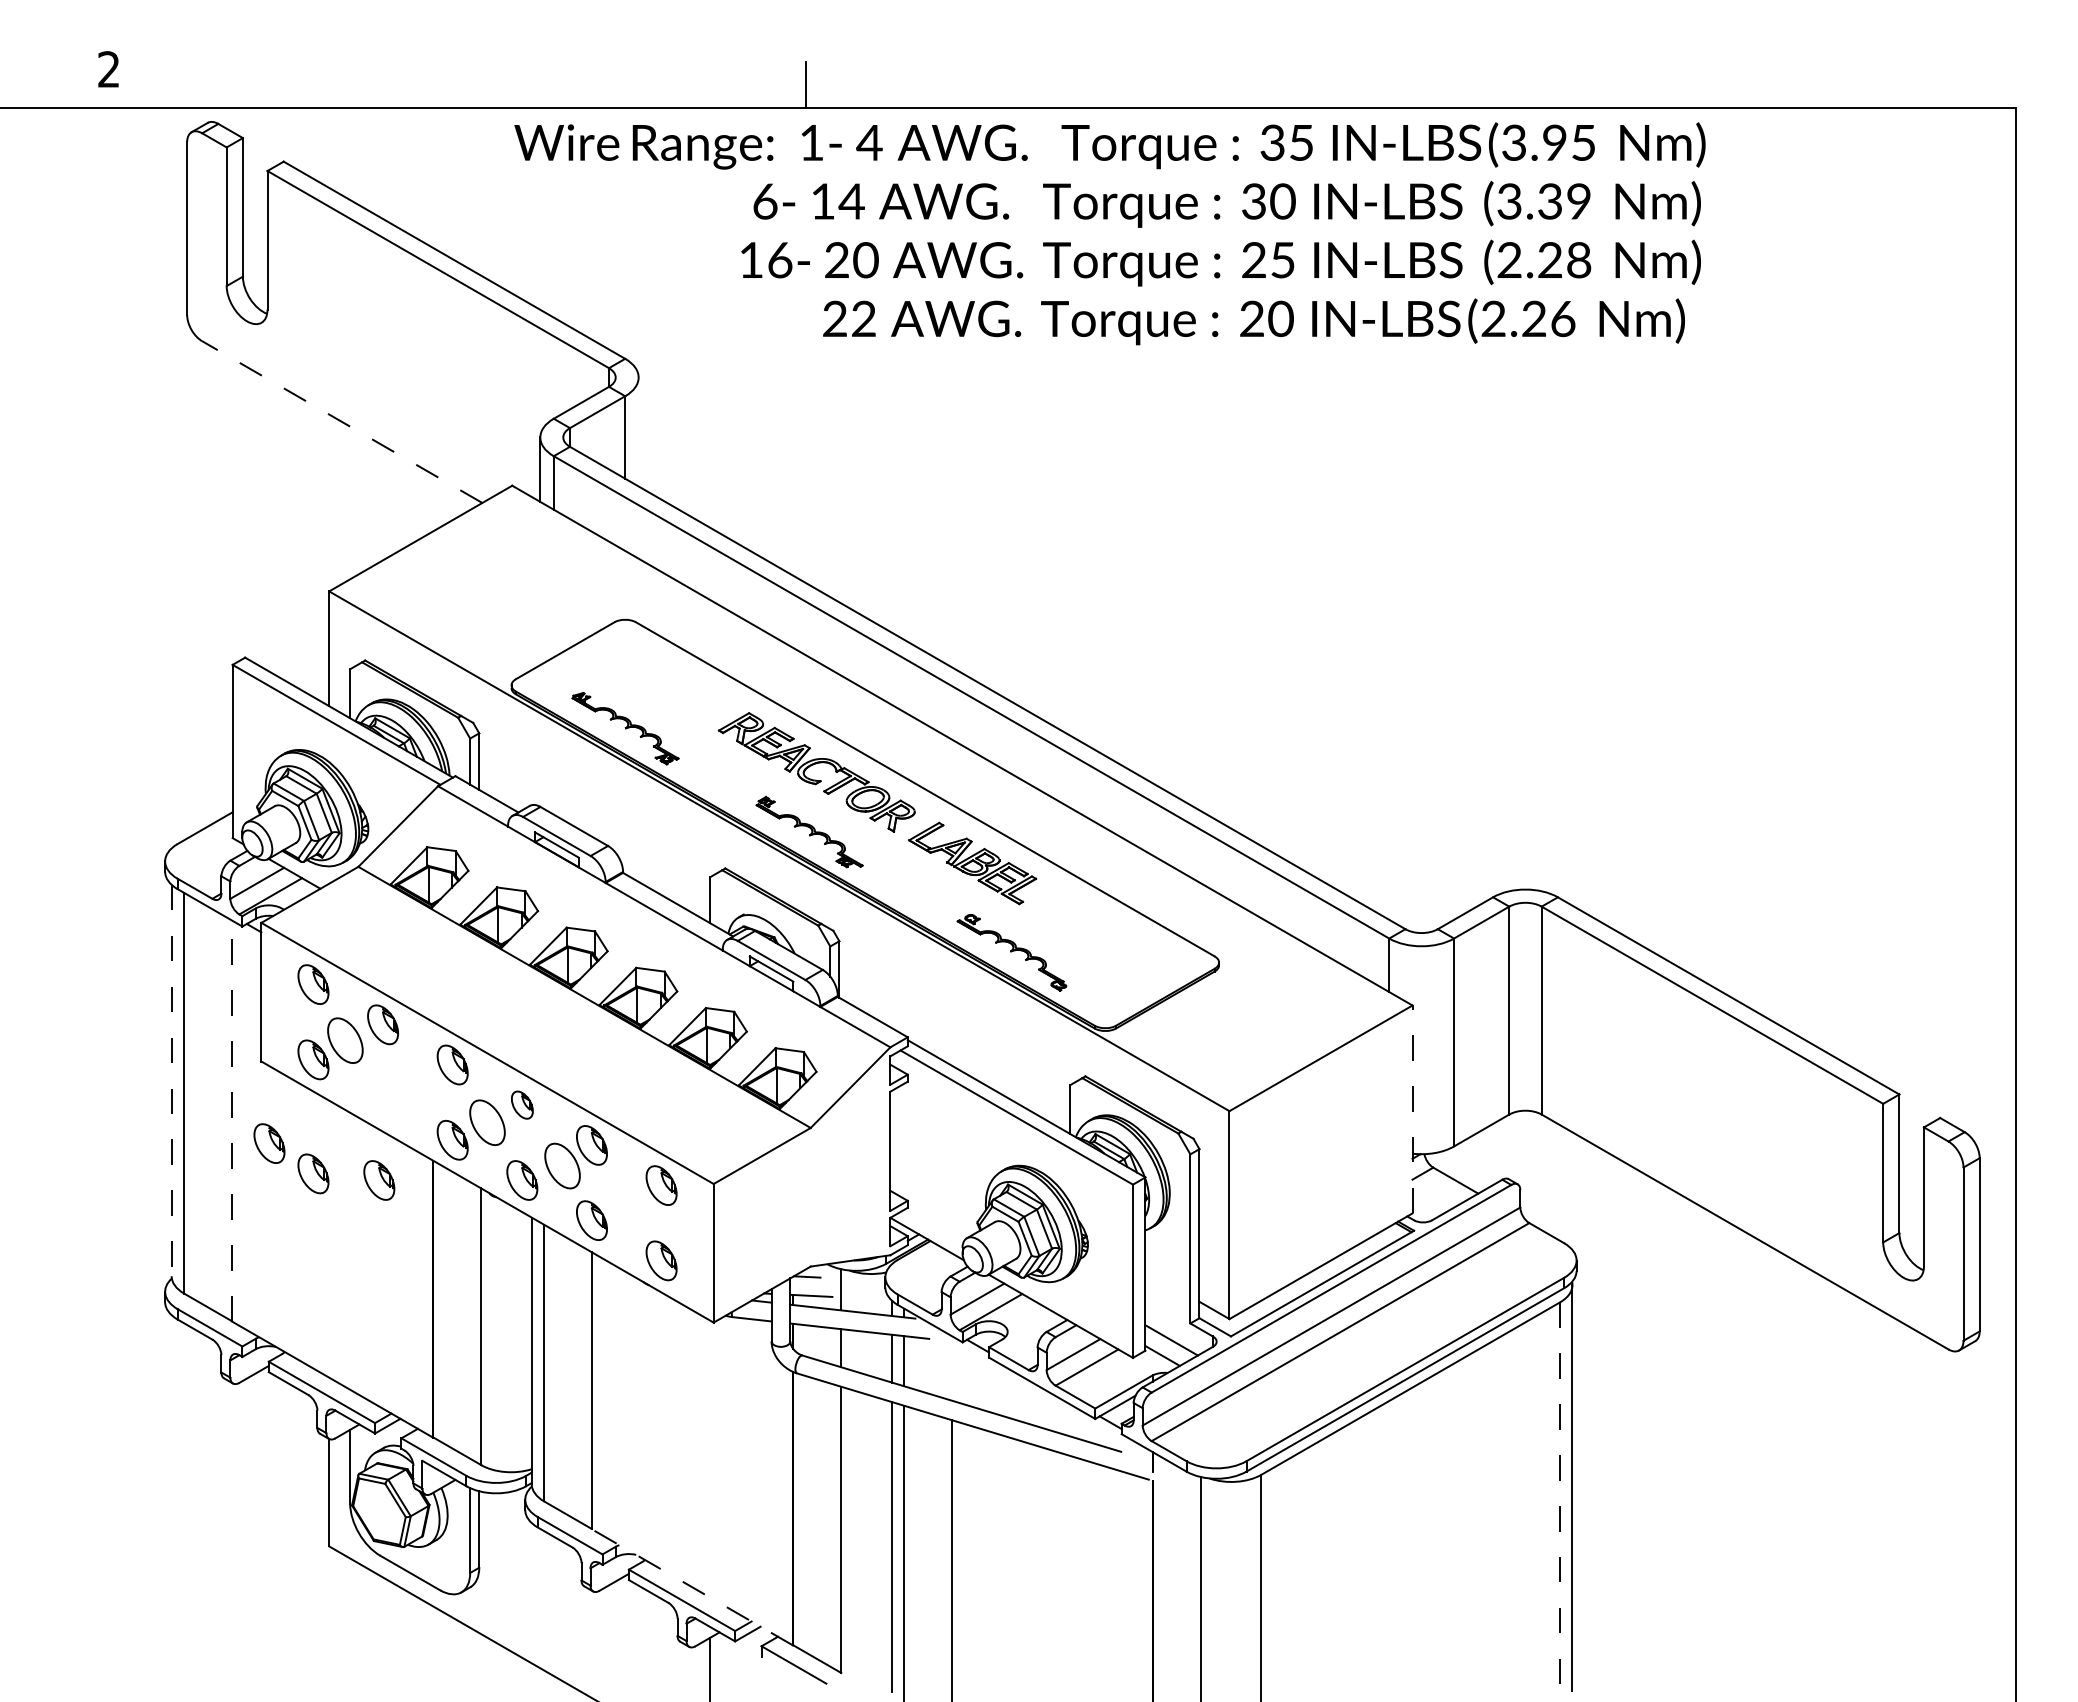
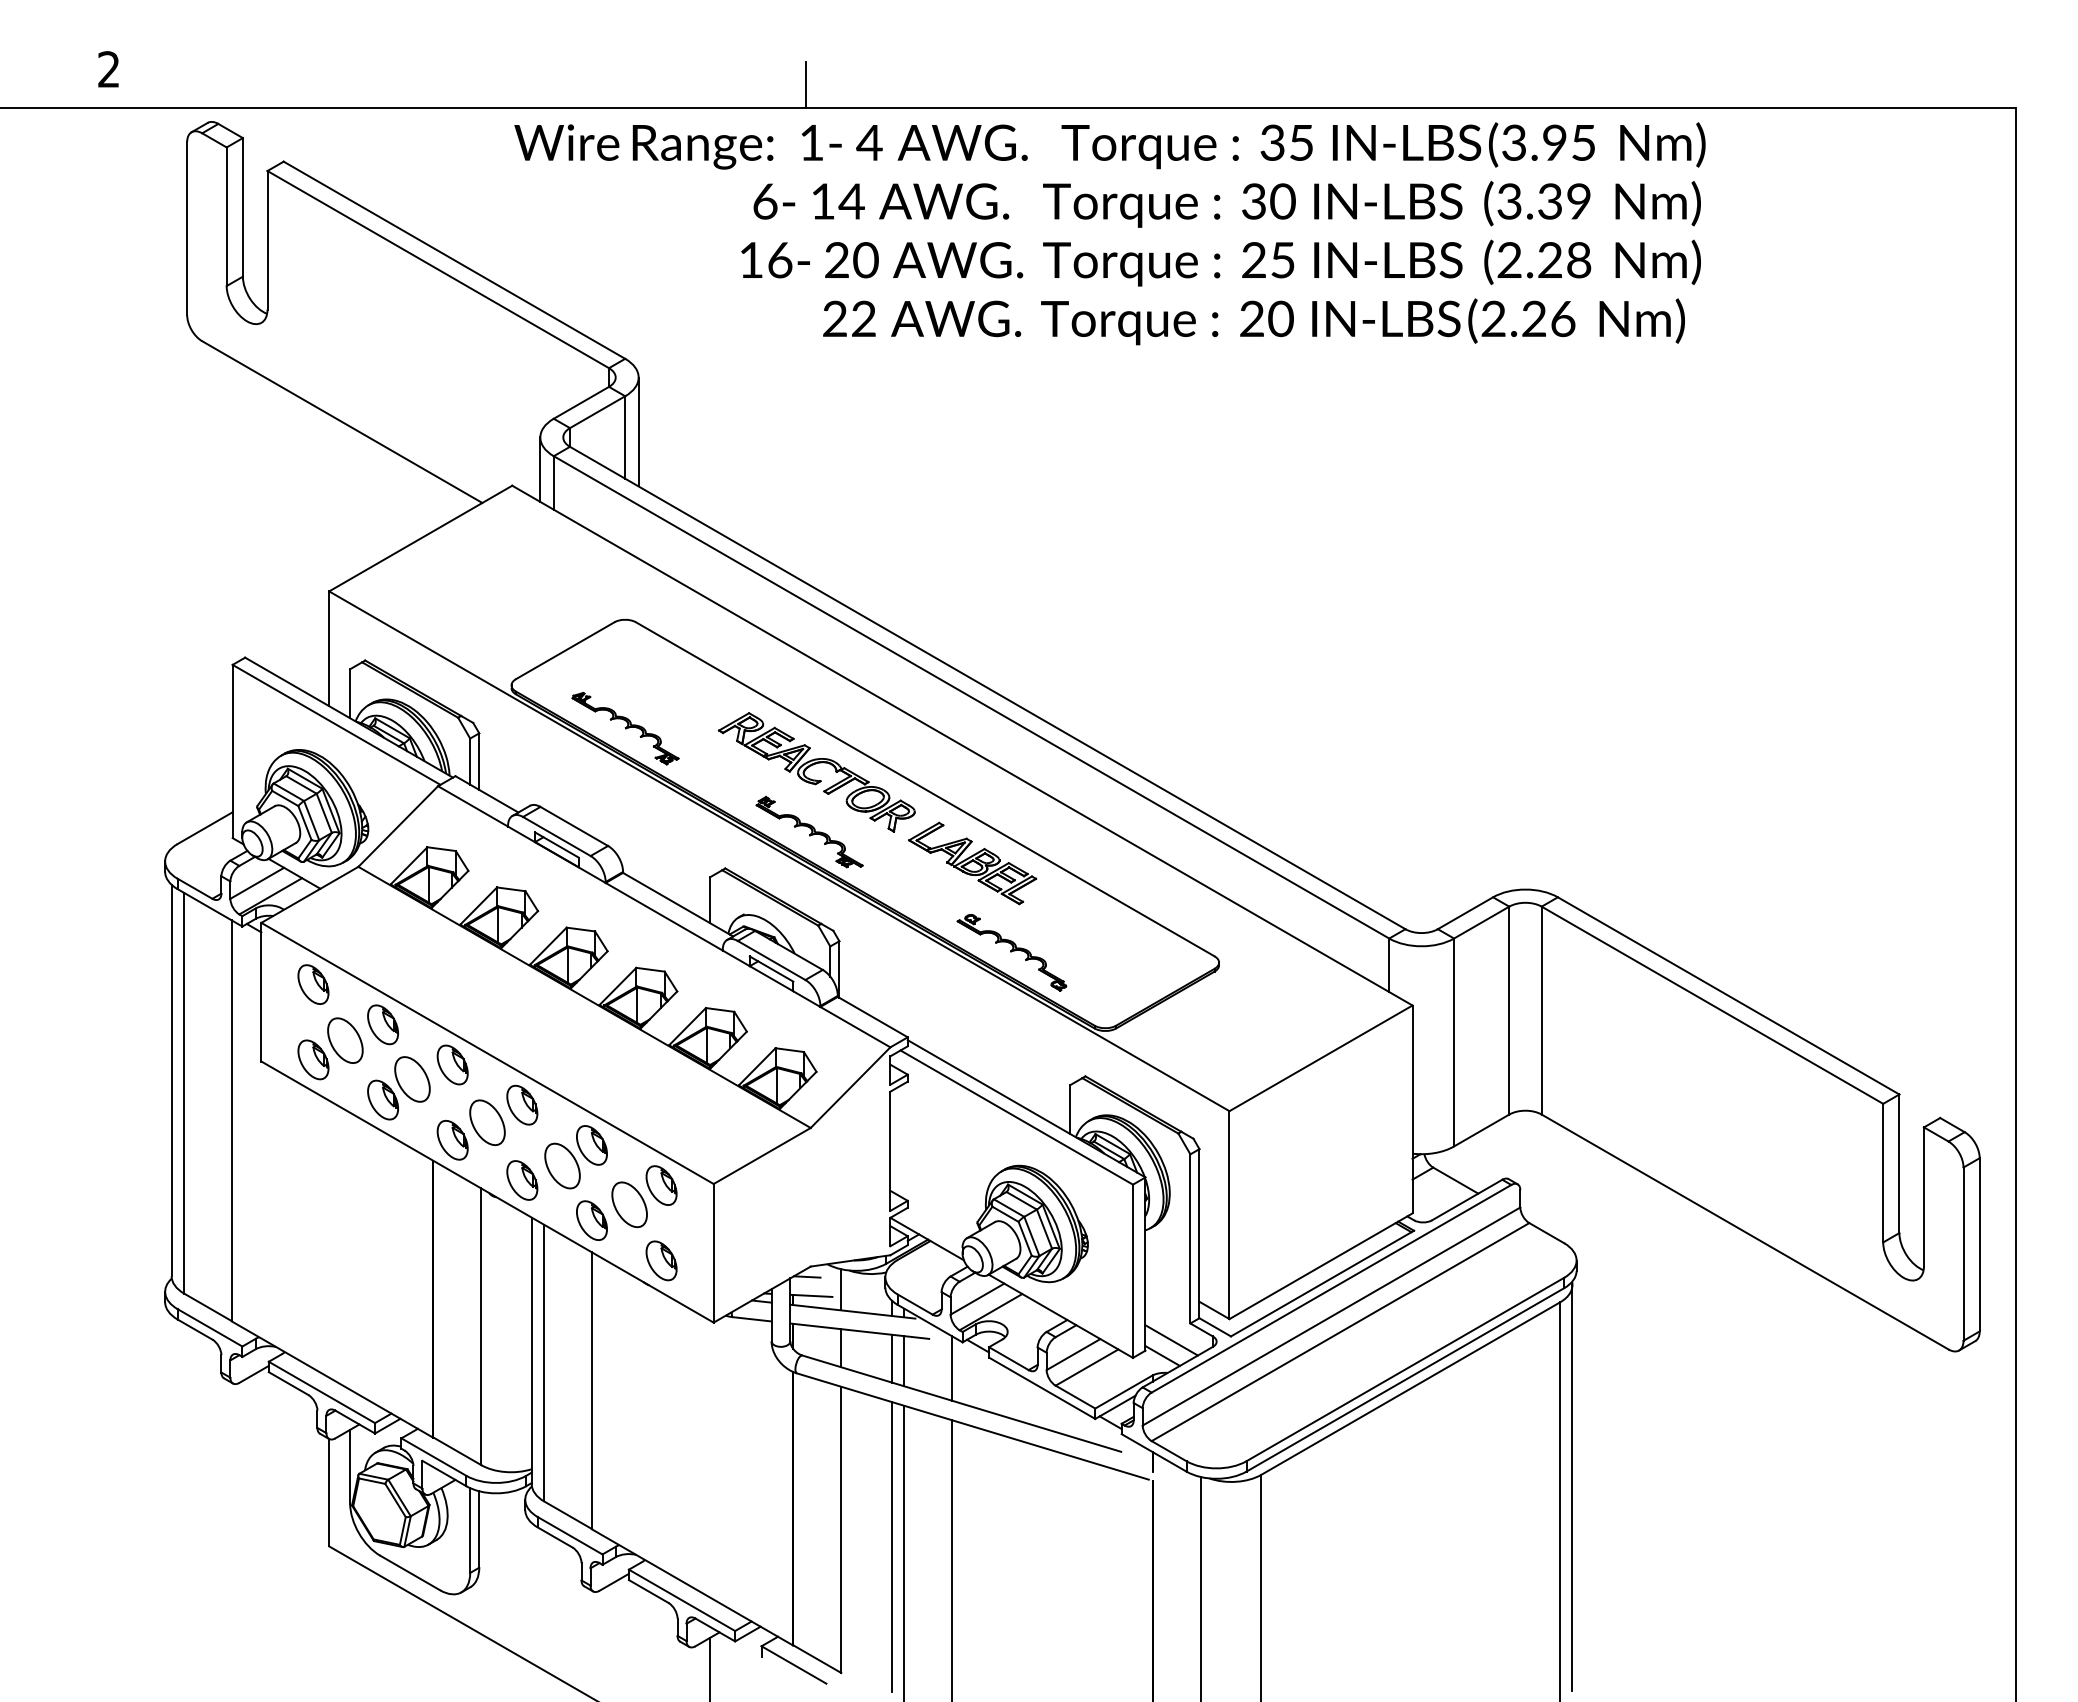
line at (342, 422): dashed -> solid
line at (638, 431): none -> present
line at (171, 1080): dashed -> solid
part at (398, 1088): none -> present
part at (522, 1104) size: 23x30 px -> 33x42 px
line at (1412, 1109): dashed -> solid
line at (231, 1120): dashed -> solid
part at (269, 1143): present -> none
part at (313, 1173): present -> none
part at (379, 1180): present -> none
part at (629, 1204): none -> present
line at (952, 1368): none -> present
line at (1560, 1501): dashed -> solid
line at (692, 1587): dashed -> solid
